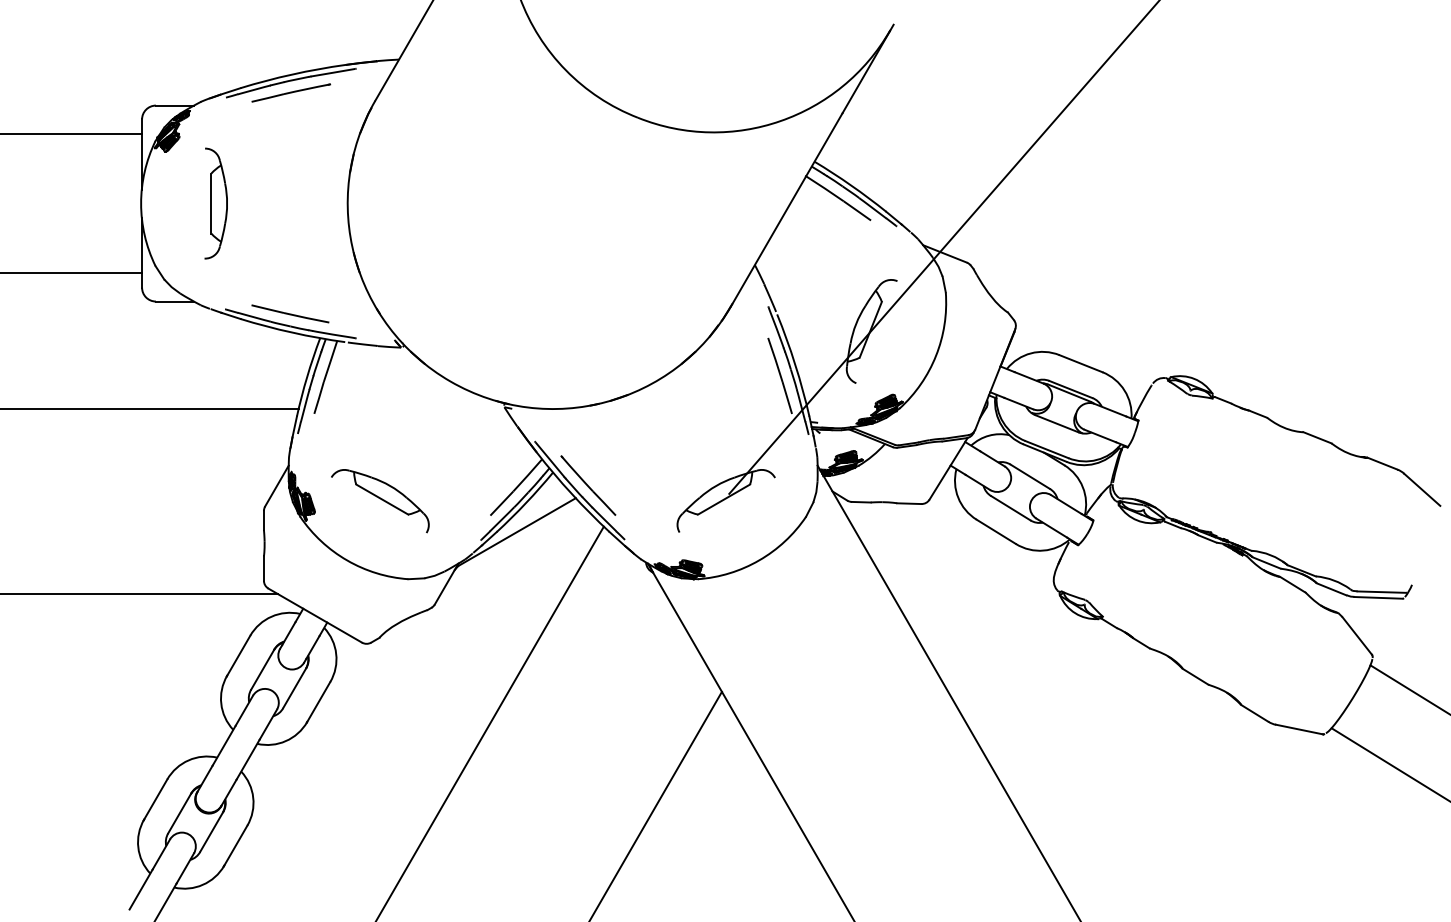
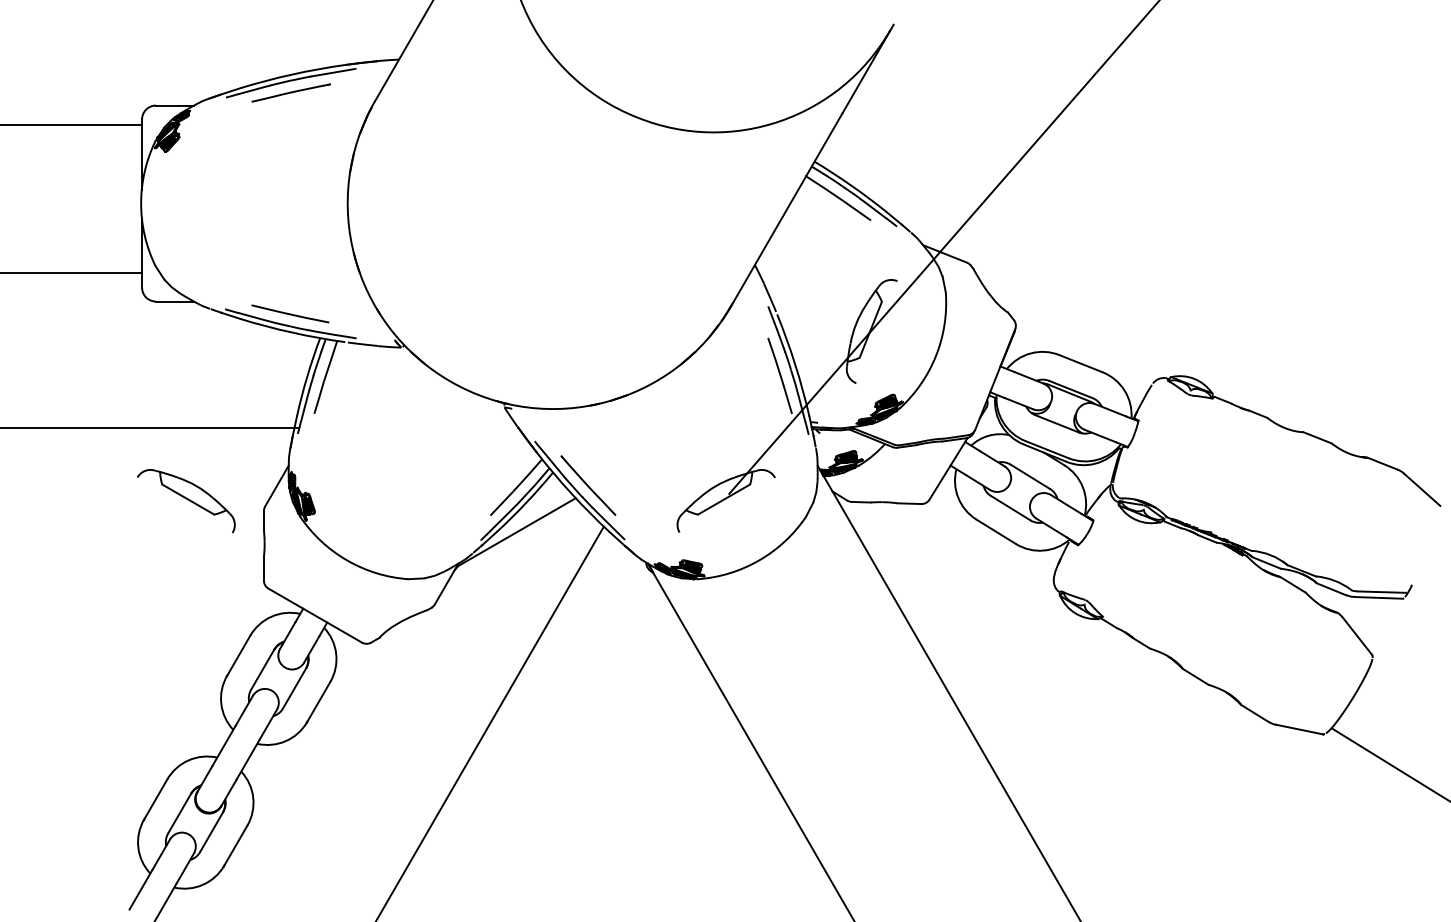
line at (72, 134) position: (72, 134) -> (72, 125)
part at (215, 203): present -> none
line at (150, 409) position: (150, 409) -> (150, 428)
part at (380, 501) position: (380, 501) -> (186, 501)
line at (139, 593): present -> none
line at (1408, 689): present -> none
line at (655, 804): present -> none
